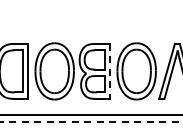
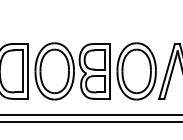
line at (110, 71): dashed -> solid
line at (91, 122): dashed -> solid
